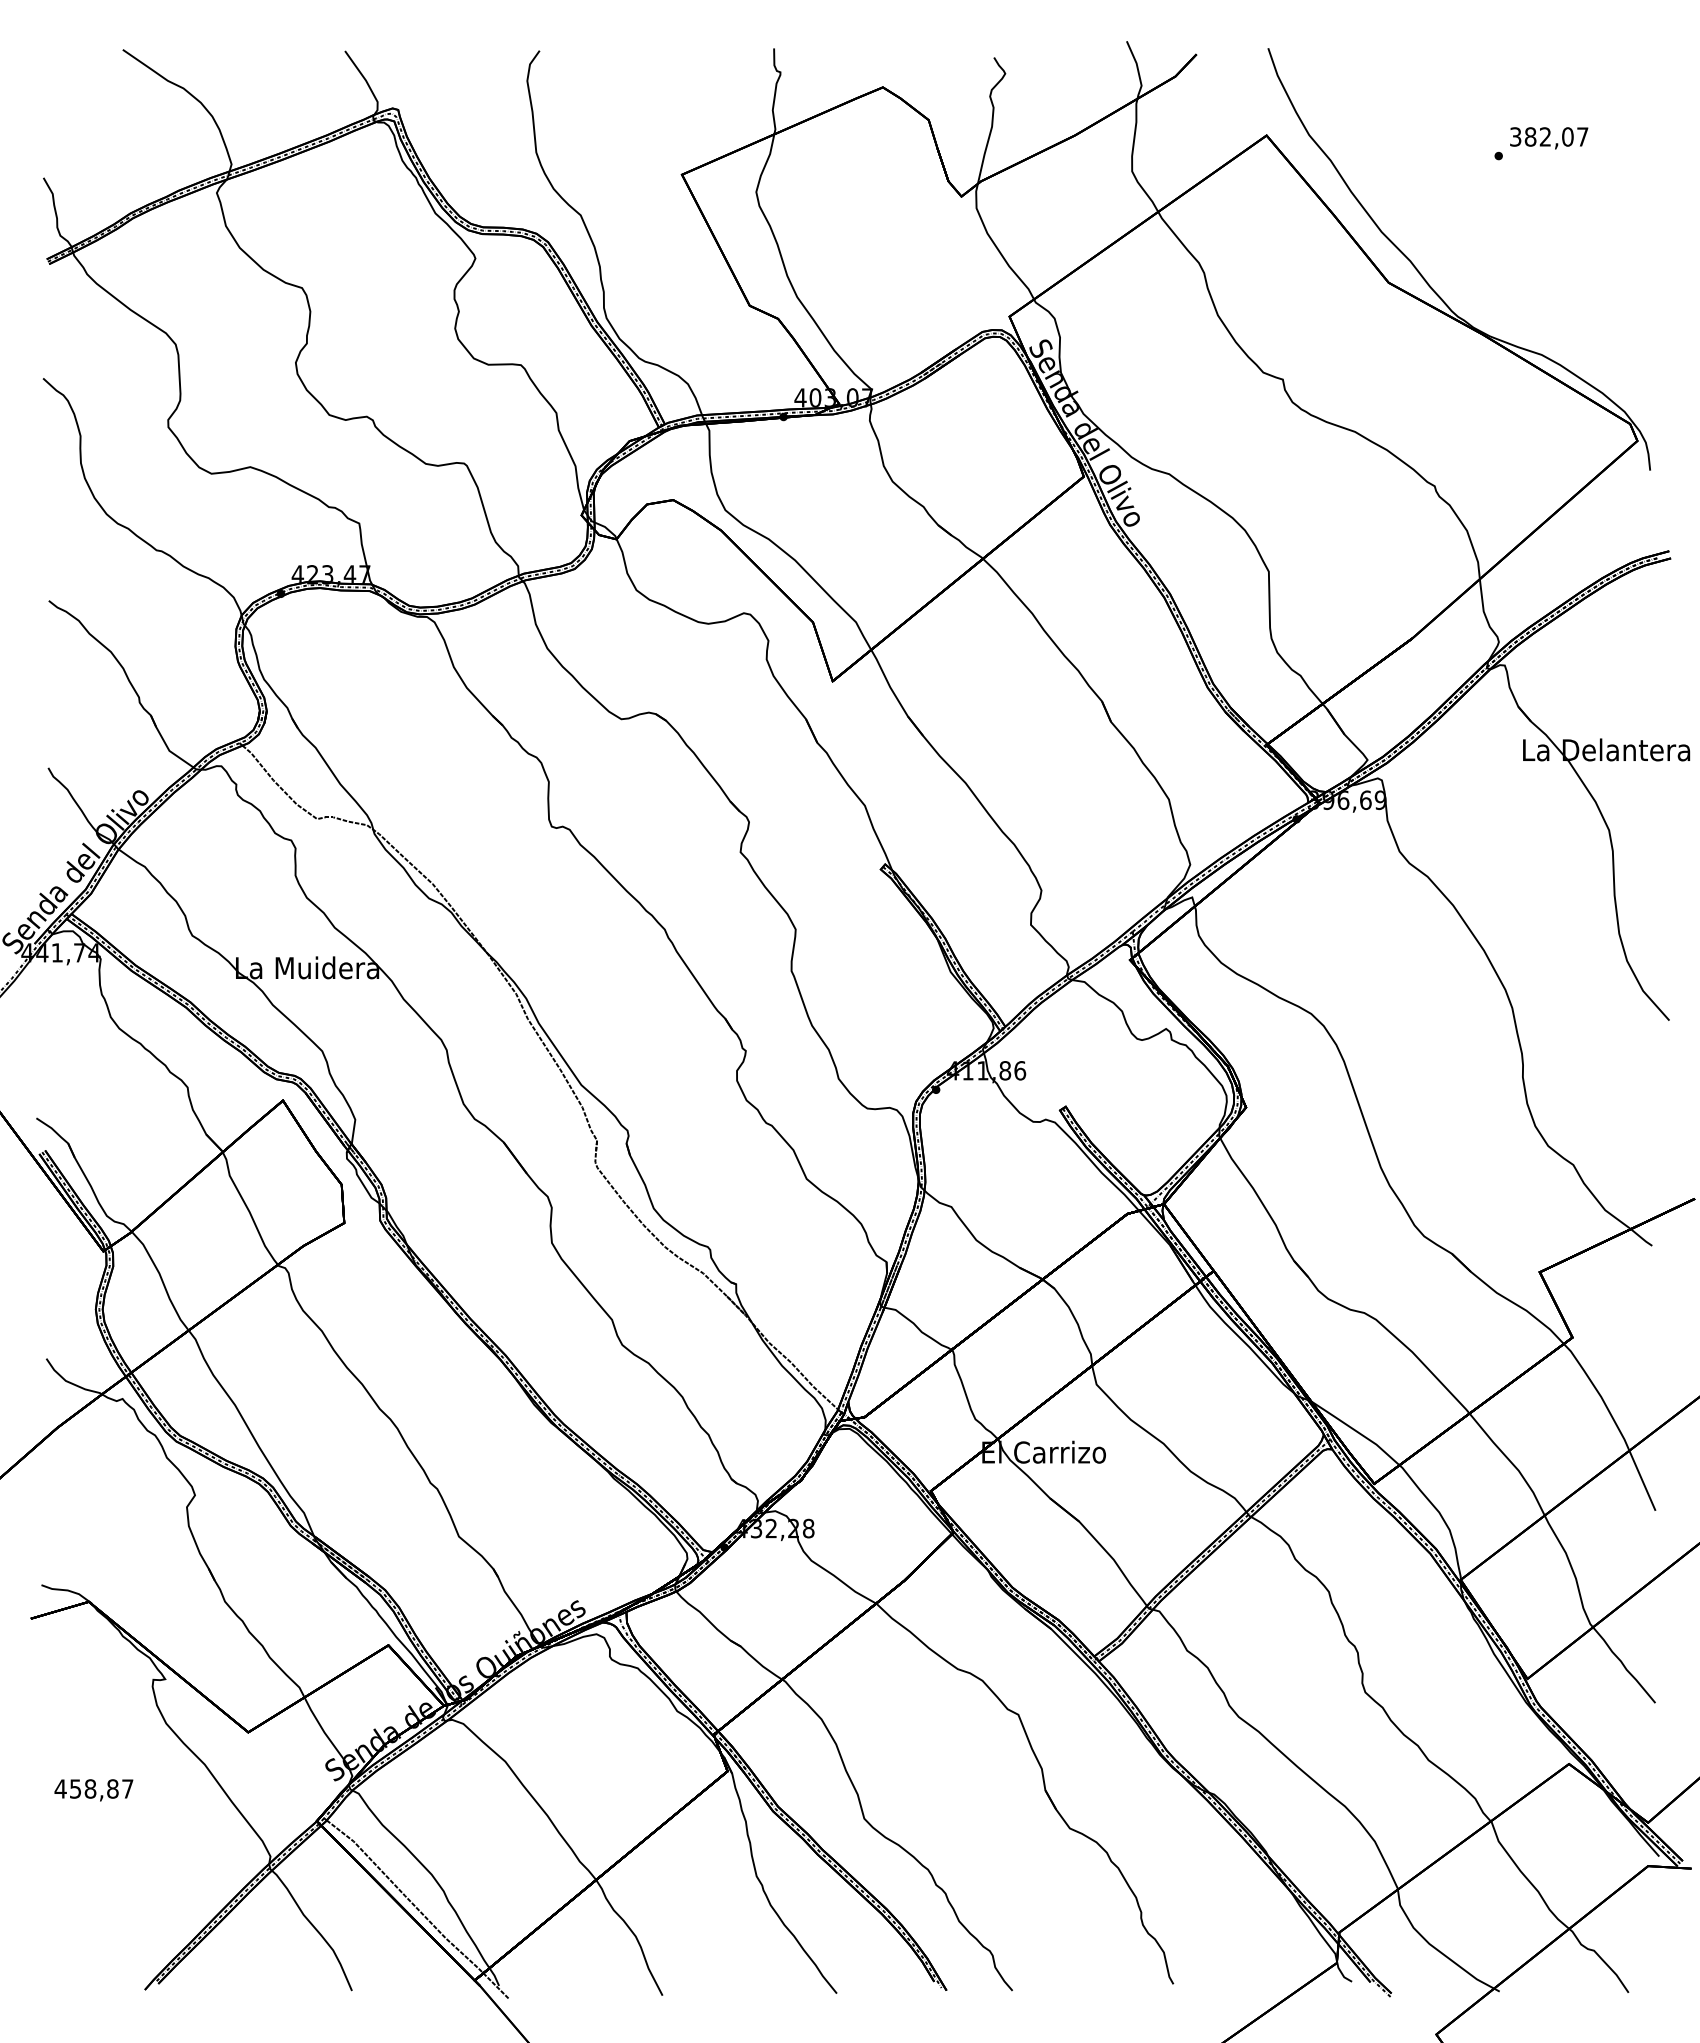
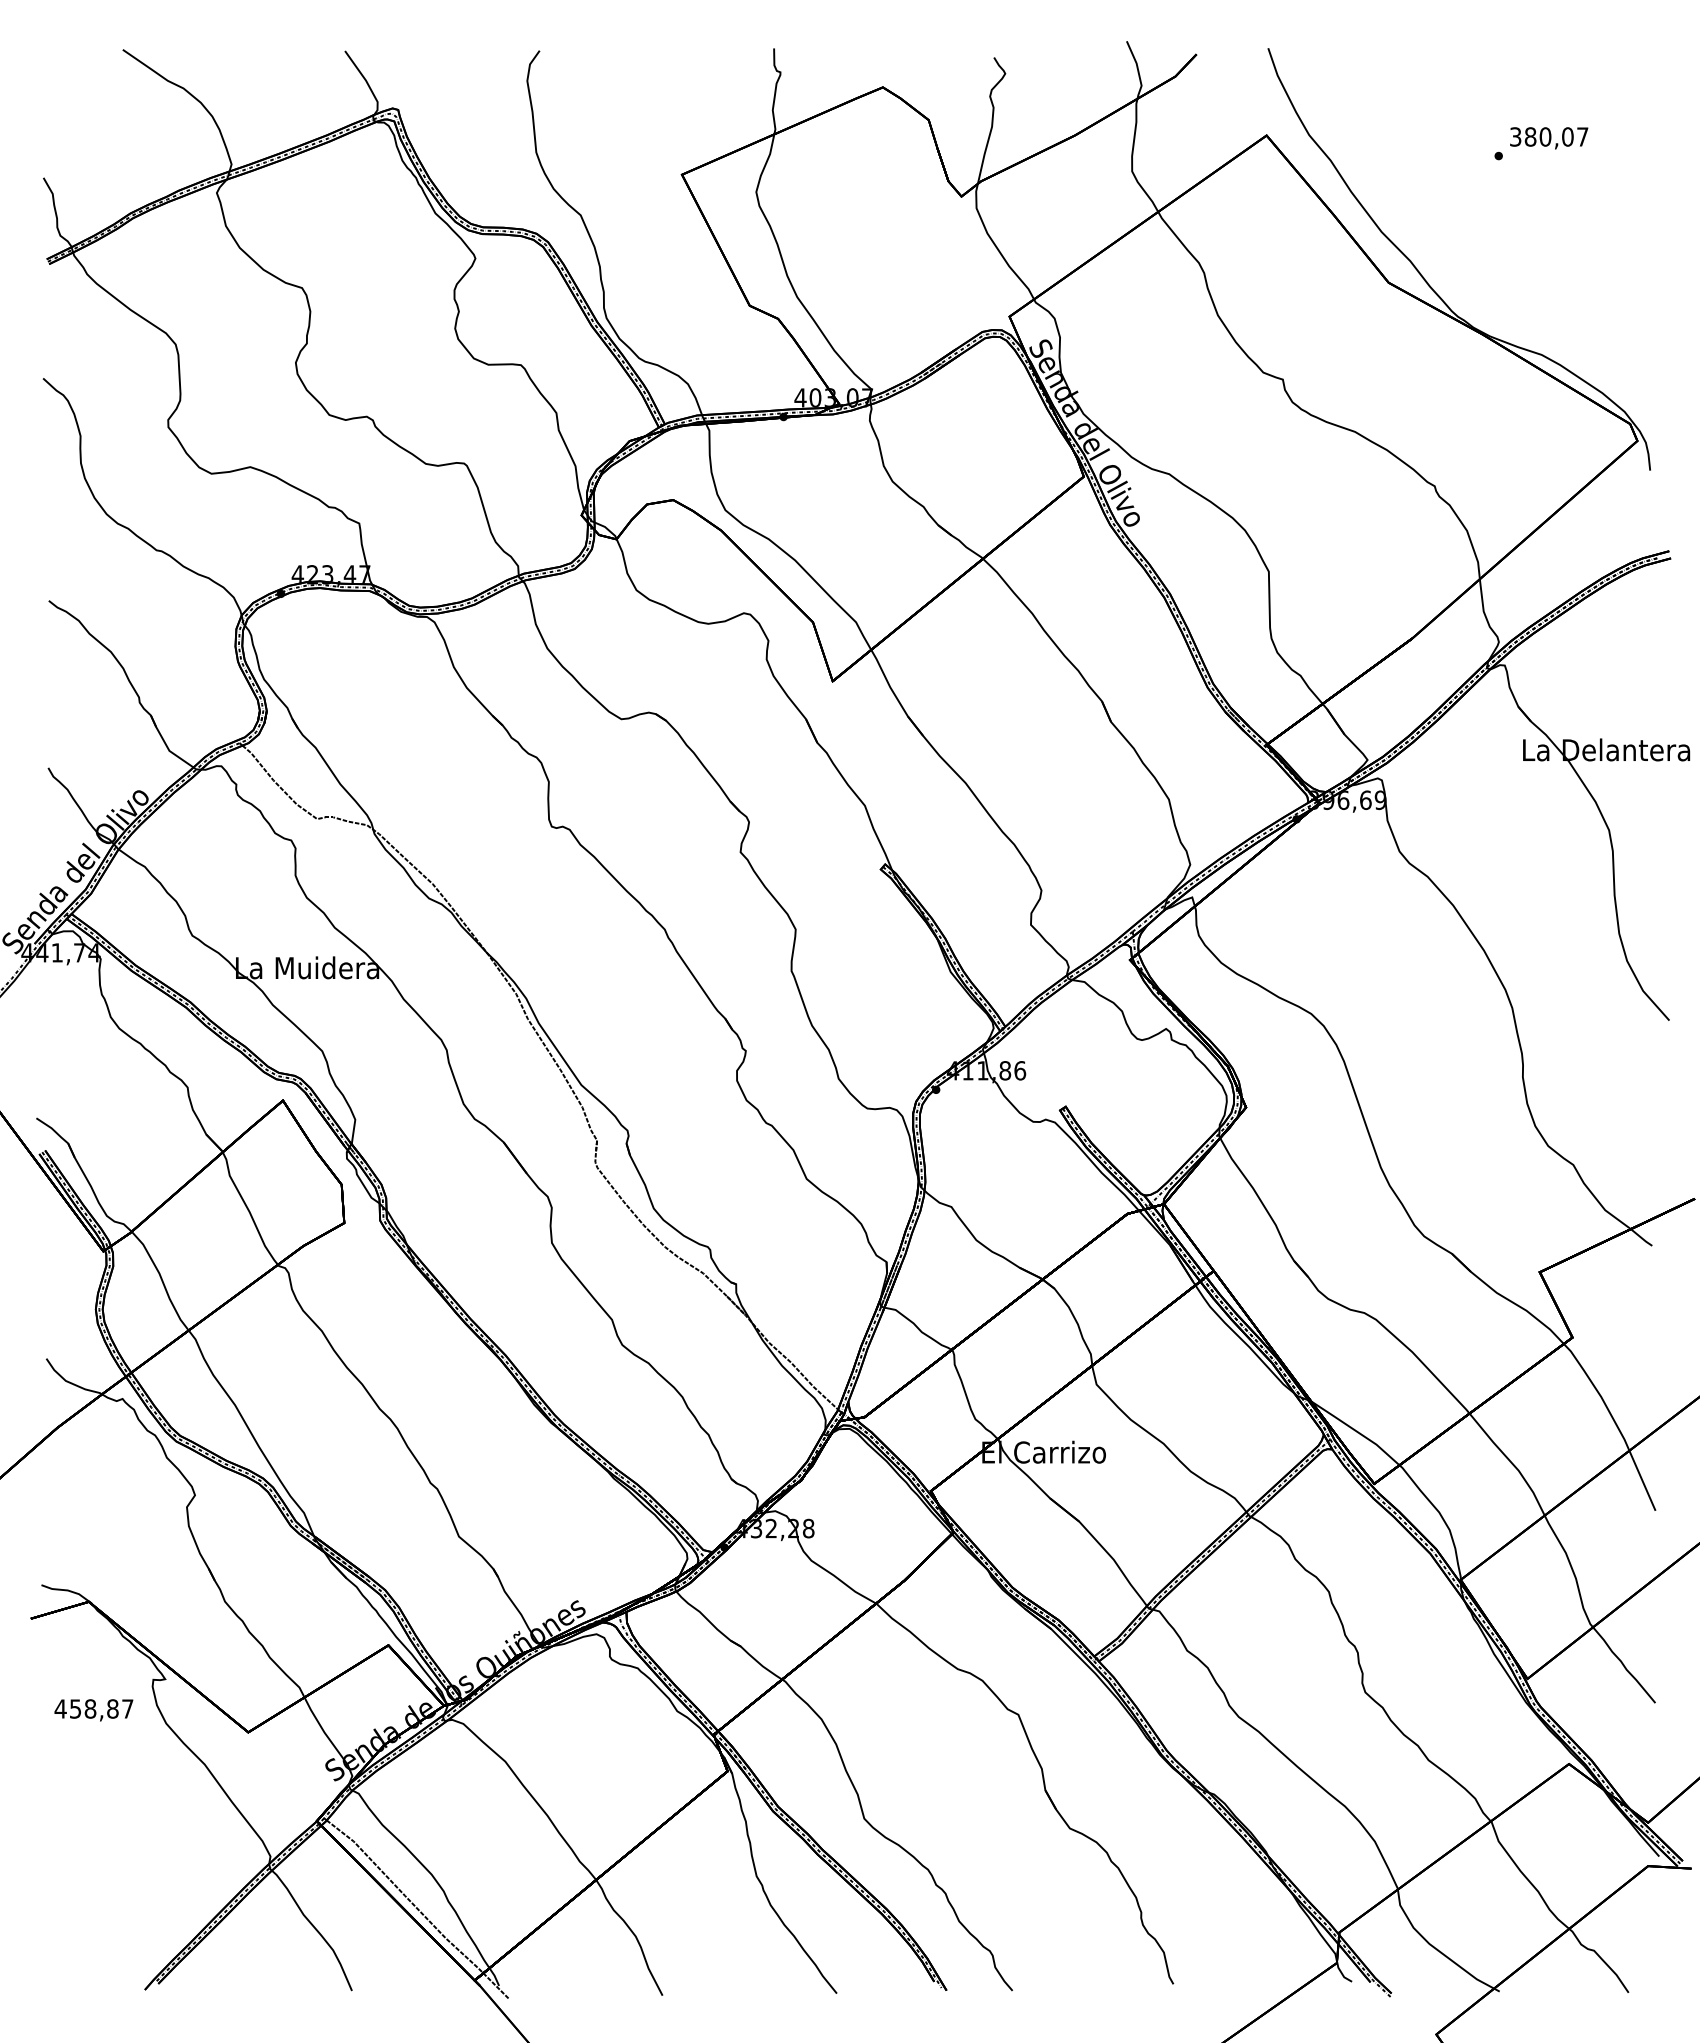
text at (1545, 136): 382,07 -> 380,07
text at (93, 1790) position: (93, 1790) -> (93, 1710)
